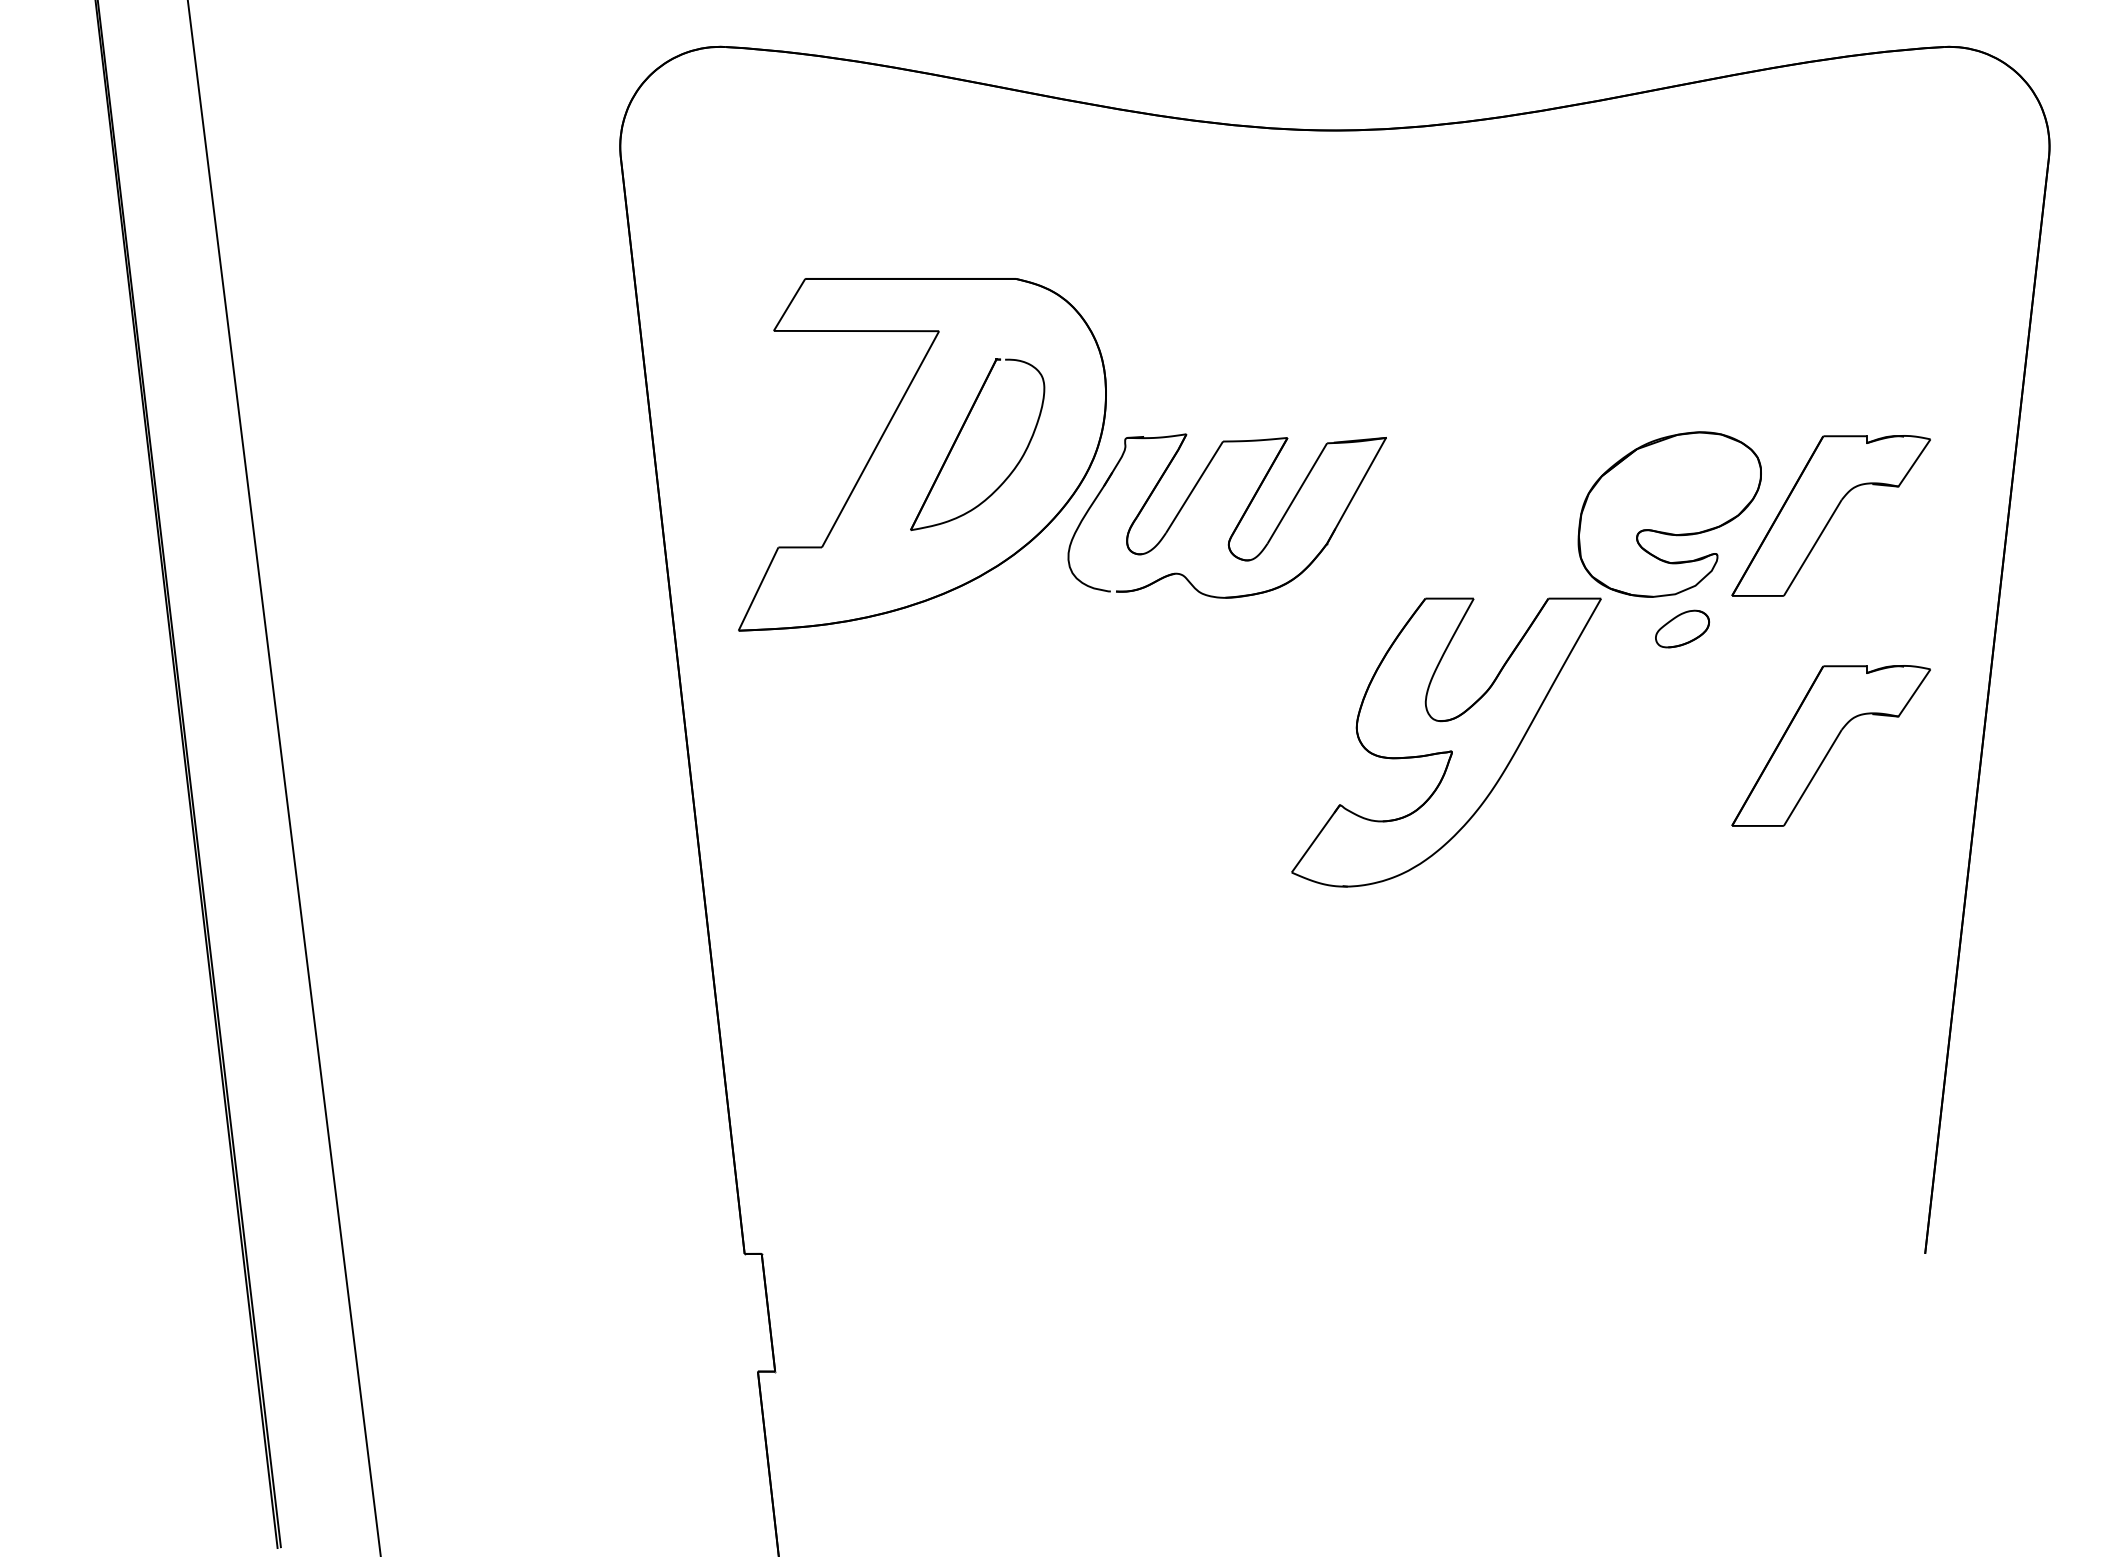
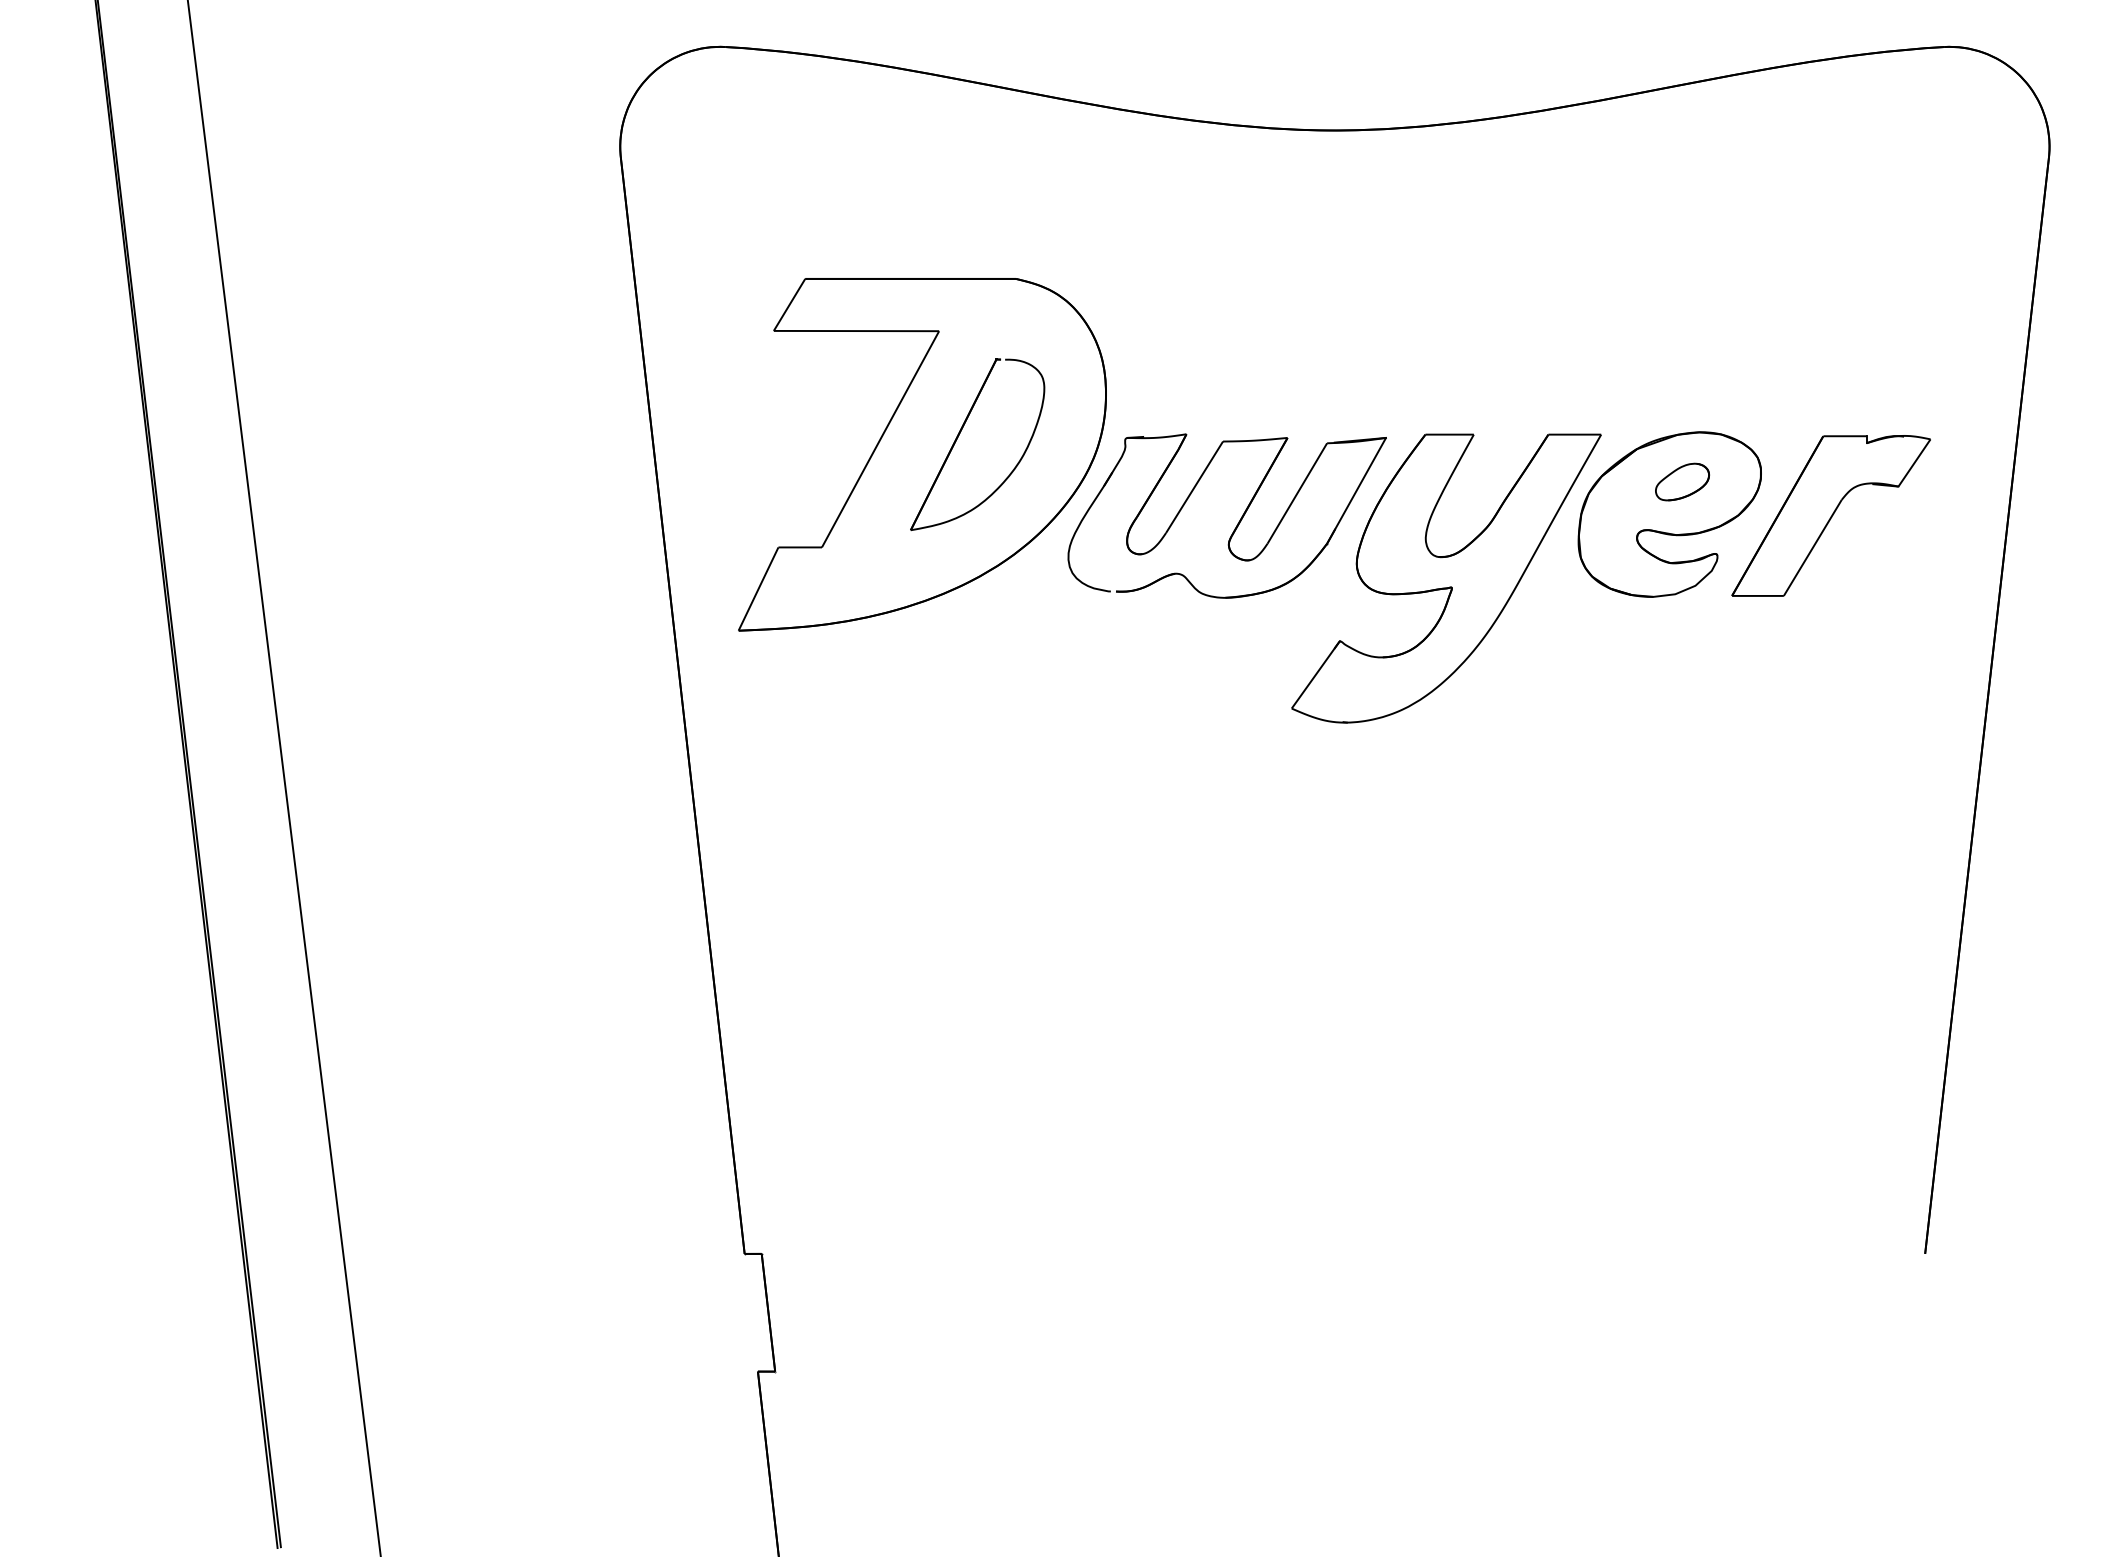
part at (1682, 628) position: (1682, 628) -> (1682, 481)
part at (1446, 742) position: (1446, 742) -> (1446, 578)
part at (1830, 745): present -> none
